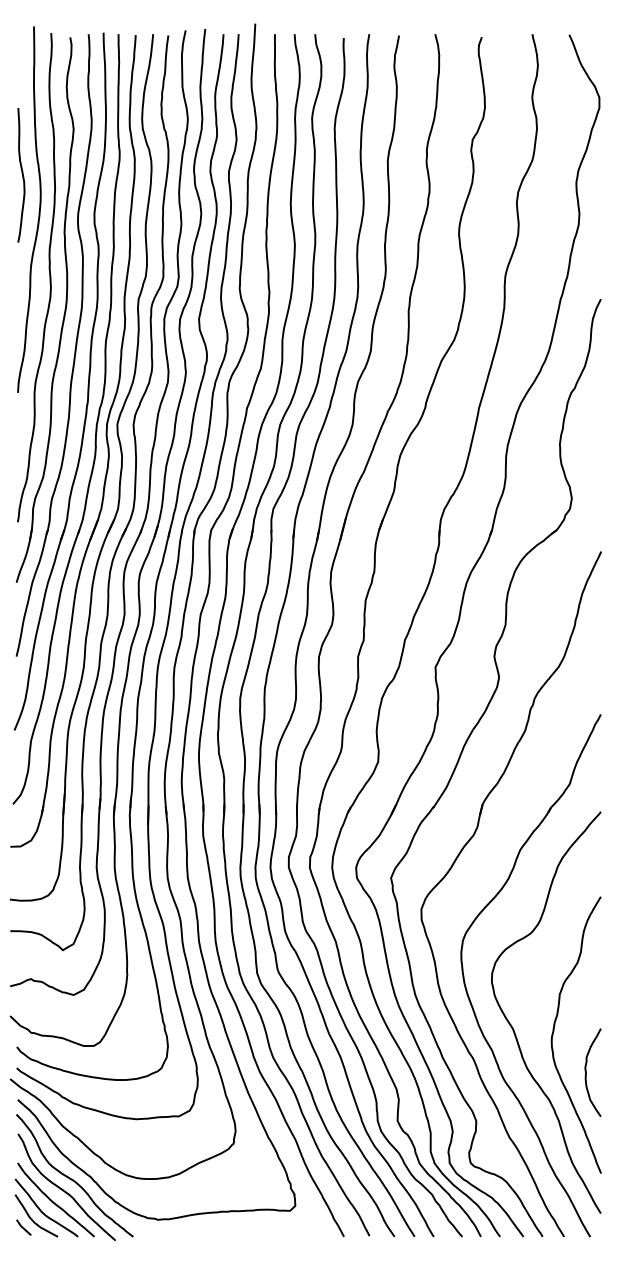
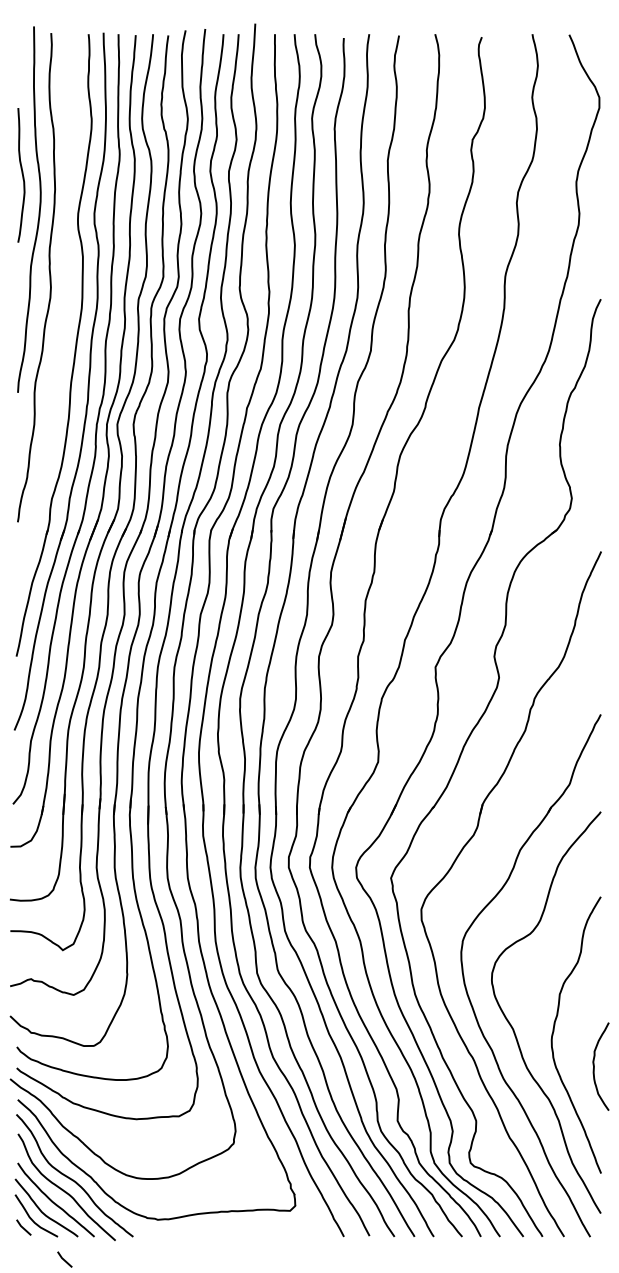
part at (63, 314): present -> none
curve at (586, 1072) position: (586, 1072) -> (594, 1066)
line at (64, 1259): none -> present
